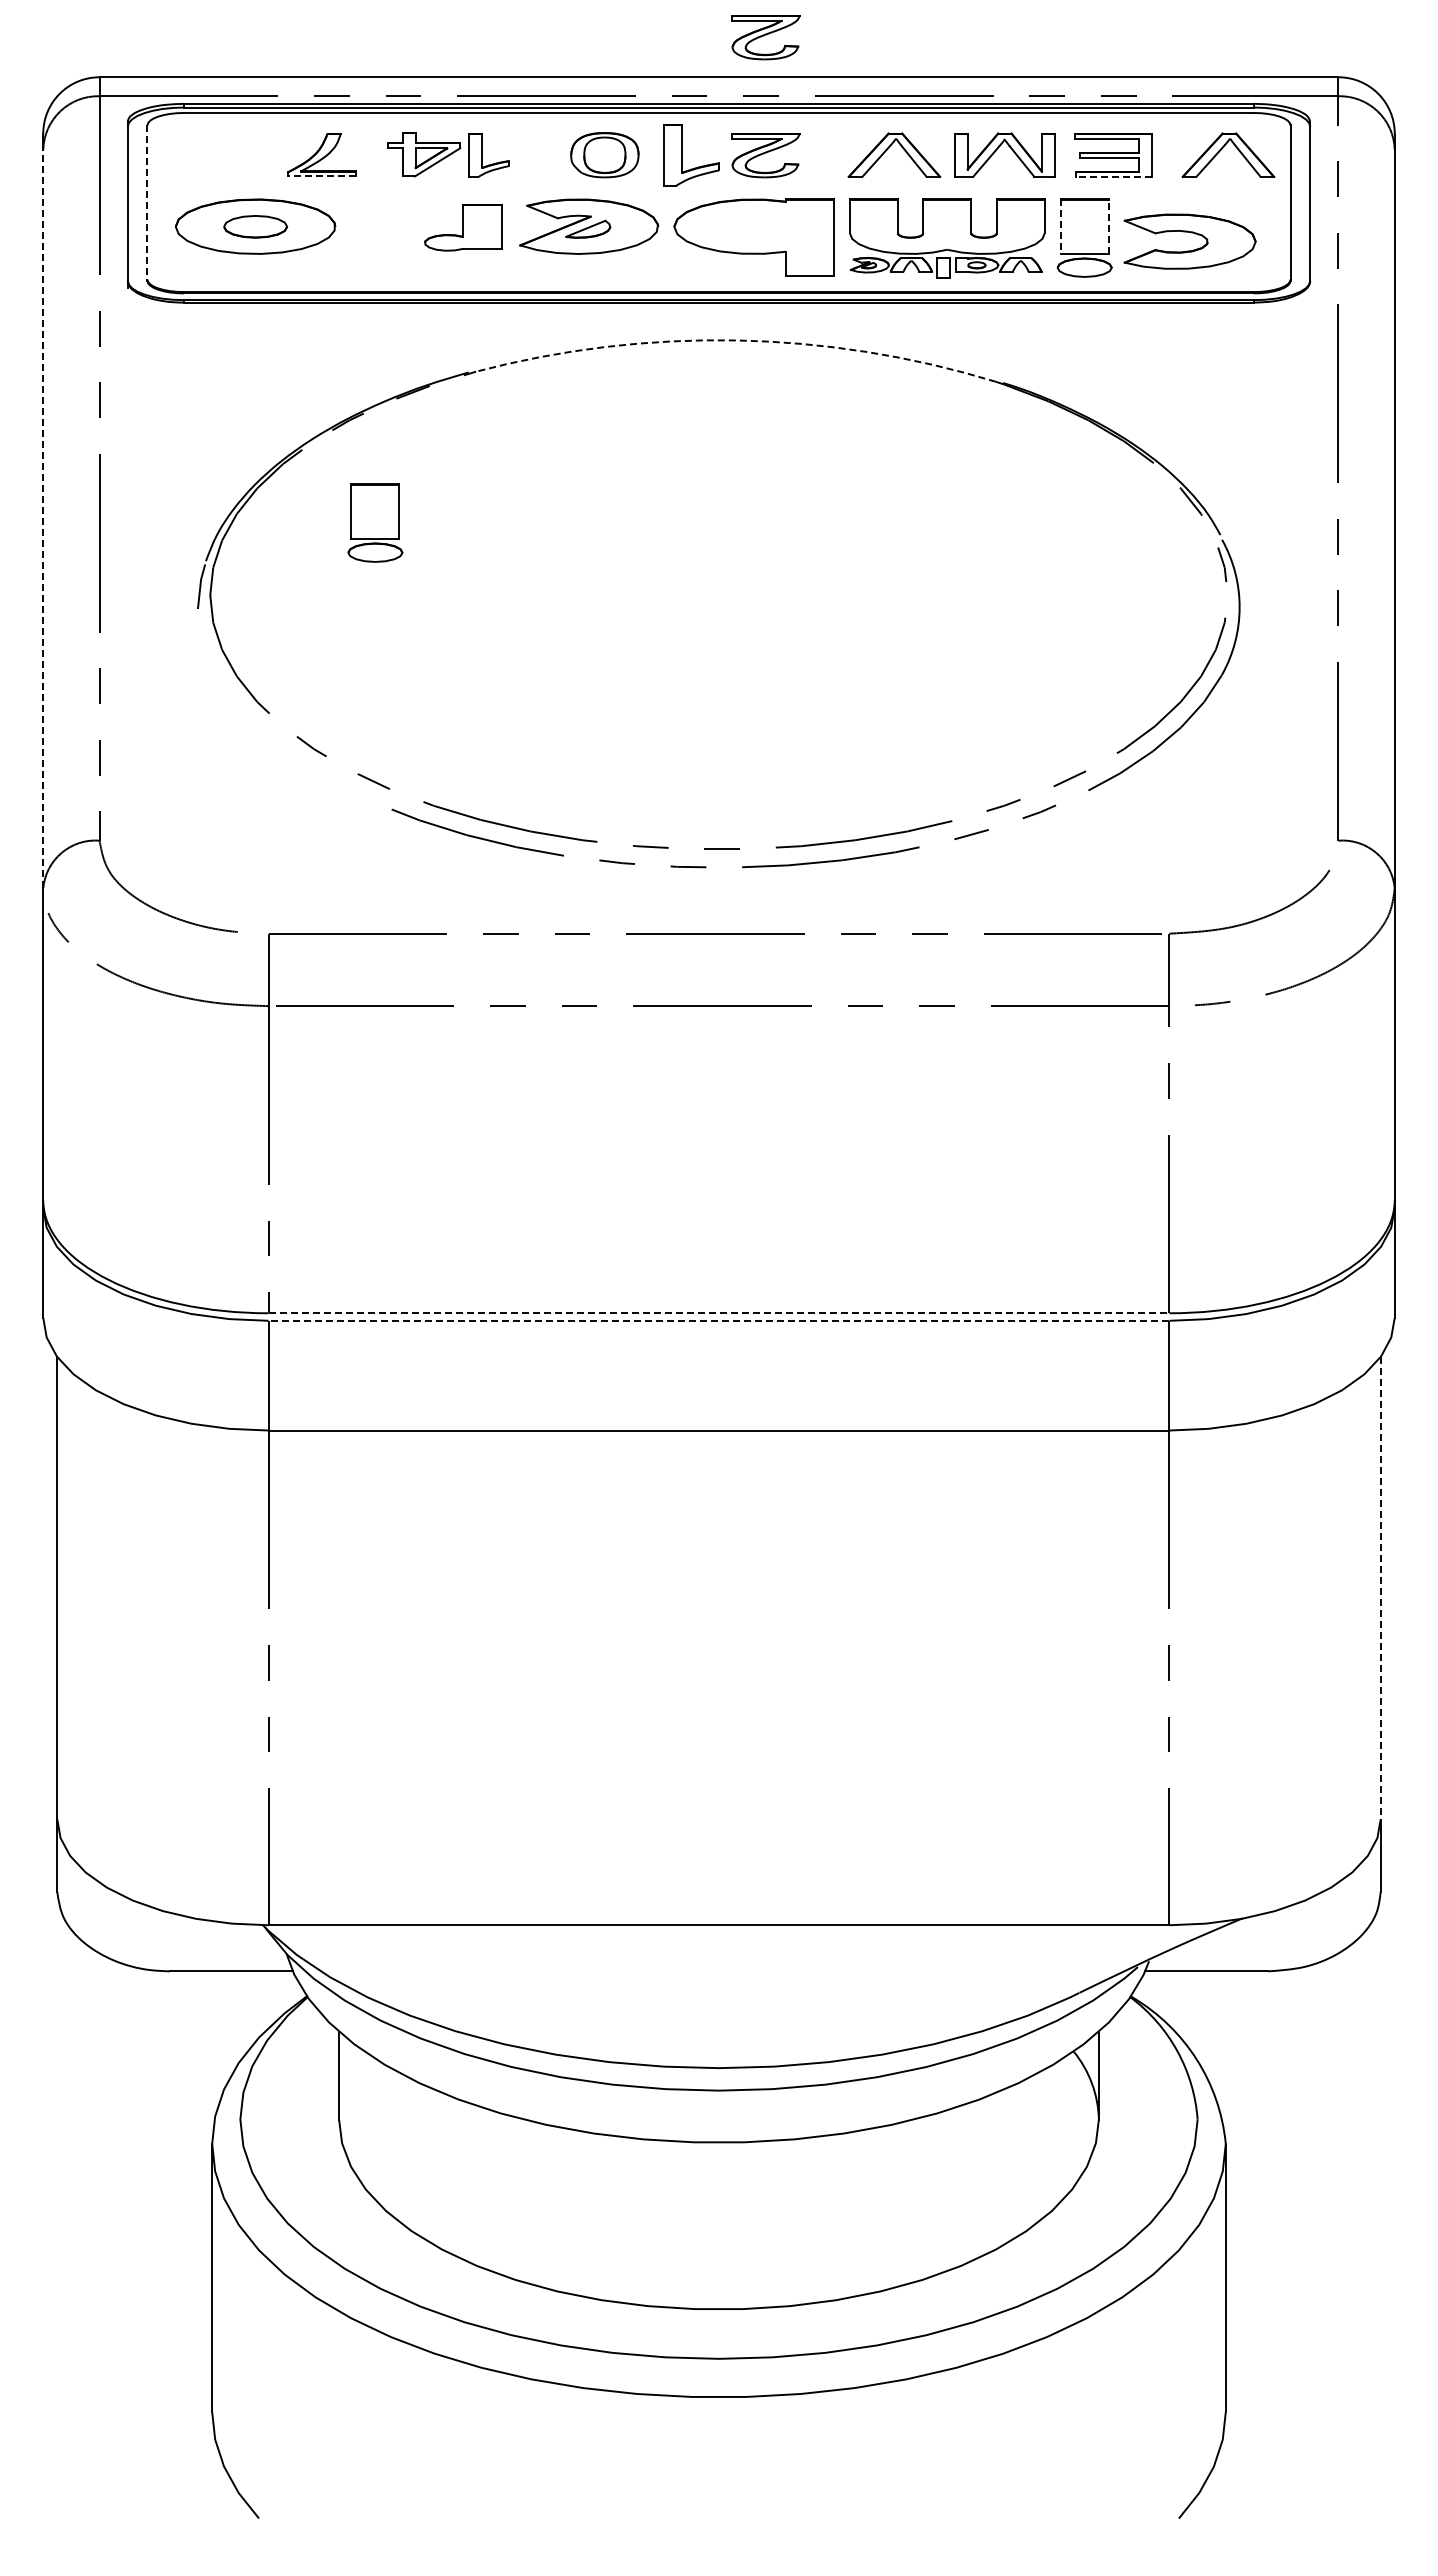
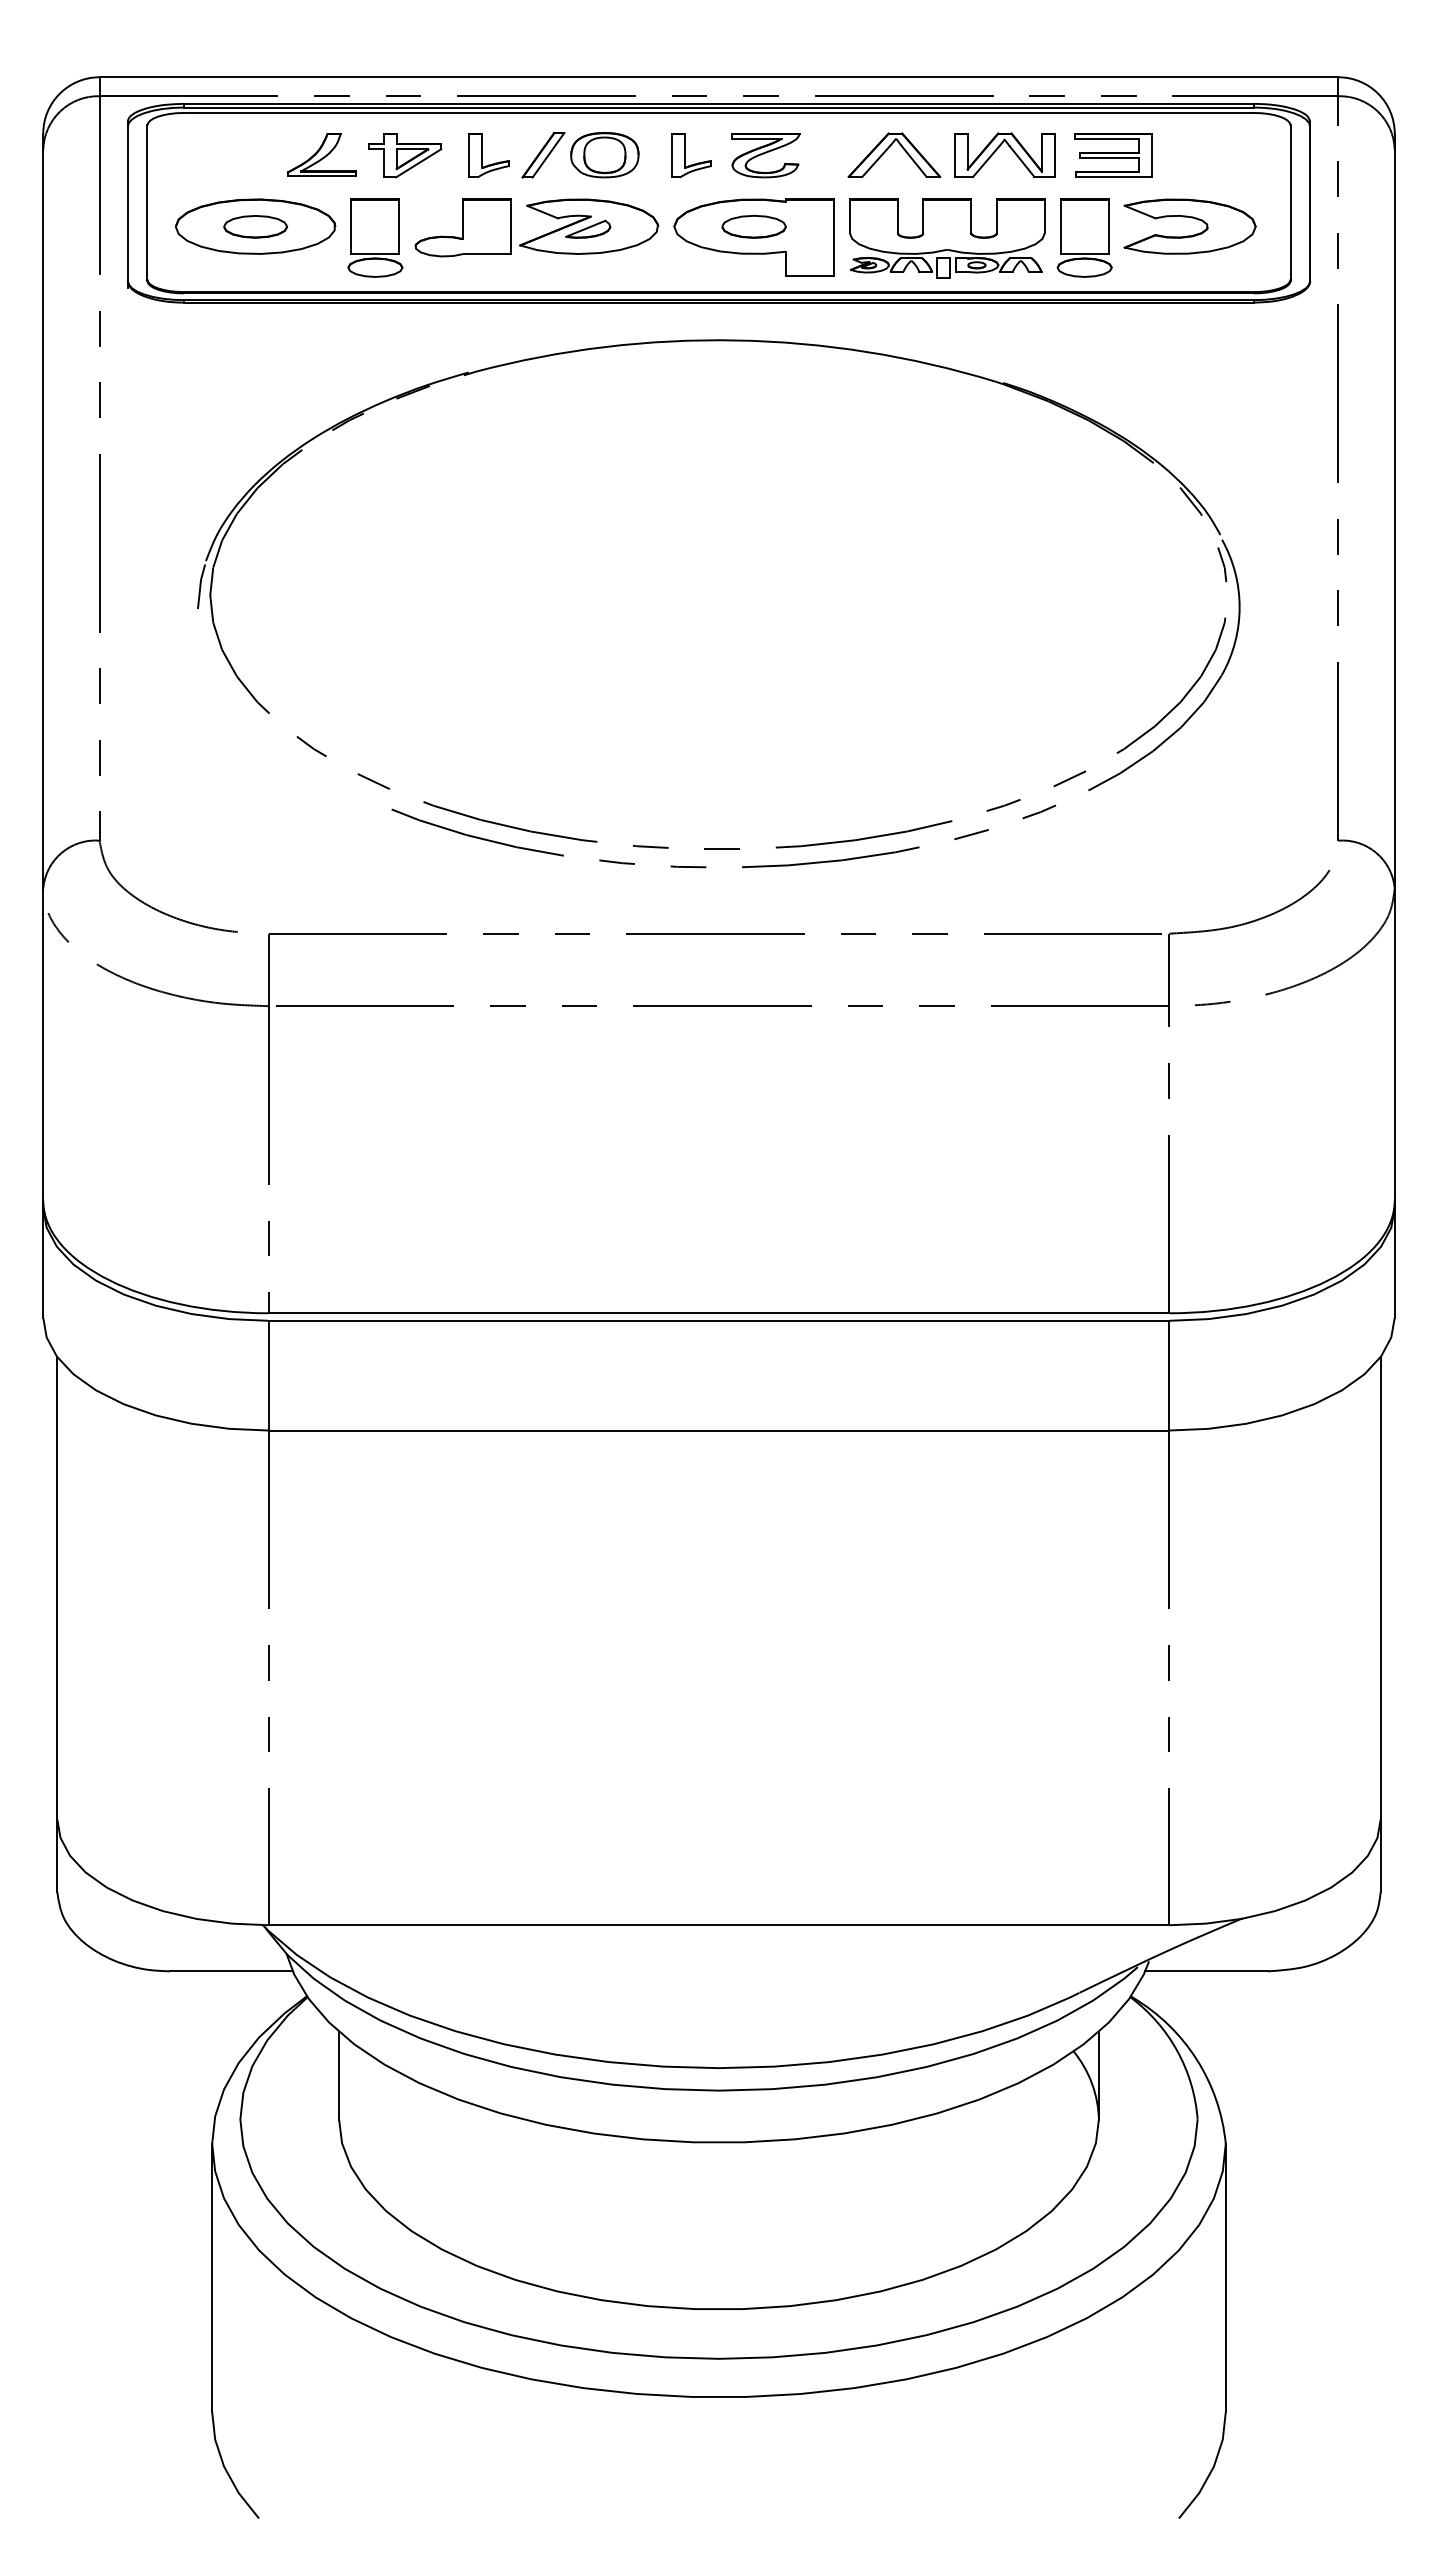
part at (765, 37): present -> none
part at (1223, 148): present -> none
part at (424, 154) position: (424, 154) -> (405, 155)
part at (543, 154): none -> present
part at (691, 155) size: 57x63 px -> 41x45 px
line at (321, 176): dashed -> solid
line at (1114, 176): dashed -> solid
line at (147, 203): dashed -> solid
part at (753, 226): none -> present
line at (1108, 226): dashed -> solid
part at (463, 227) size: 79x48 px -> 98x60 px
line at (1060, 227): dashed -> solid
part at (1191, 233) position: (1191, 233) -> (1191, 218)
arc at (736, 340): dashed -> solid
line at (43, 518): dashed -> solid
part at (375, 522) position: (375, 522) -> (375, 237)
line at (719, 1313): dashed -> solid
line at (718, 1320): dashed -> solid
line at (1380, 1588): dashed -> solid
